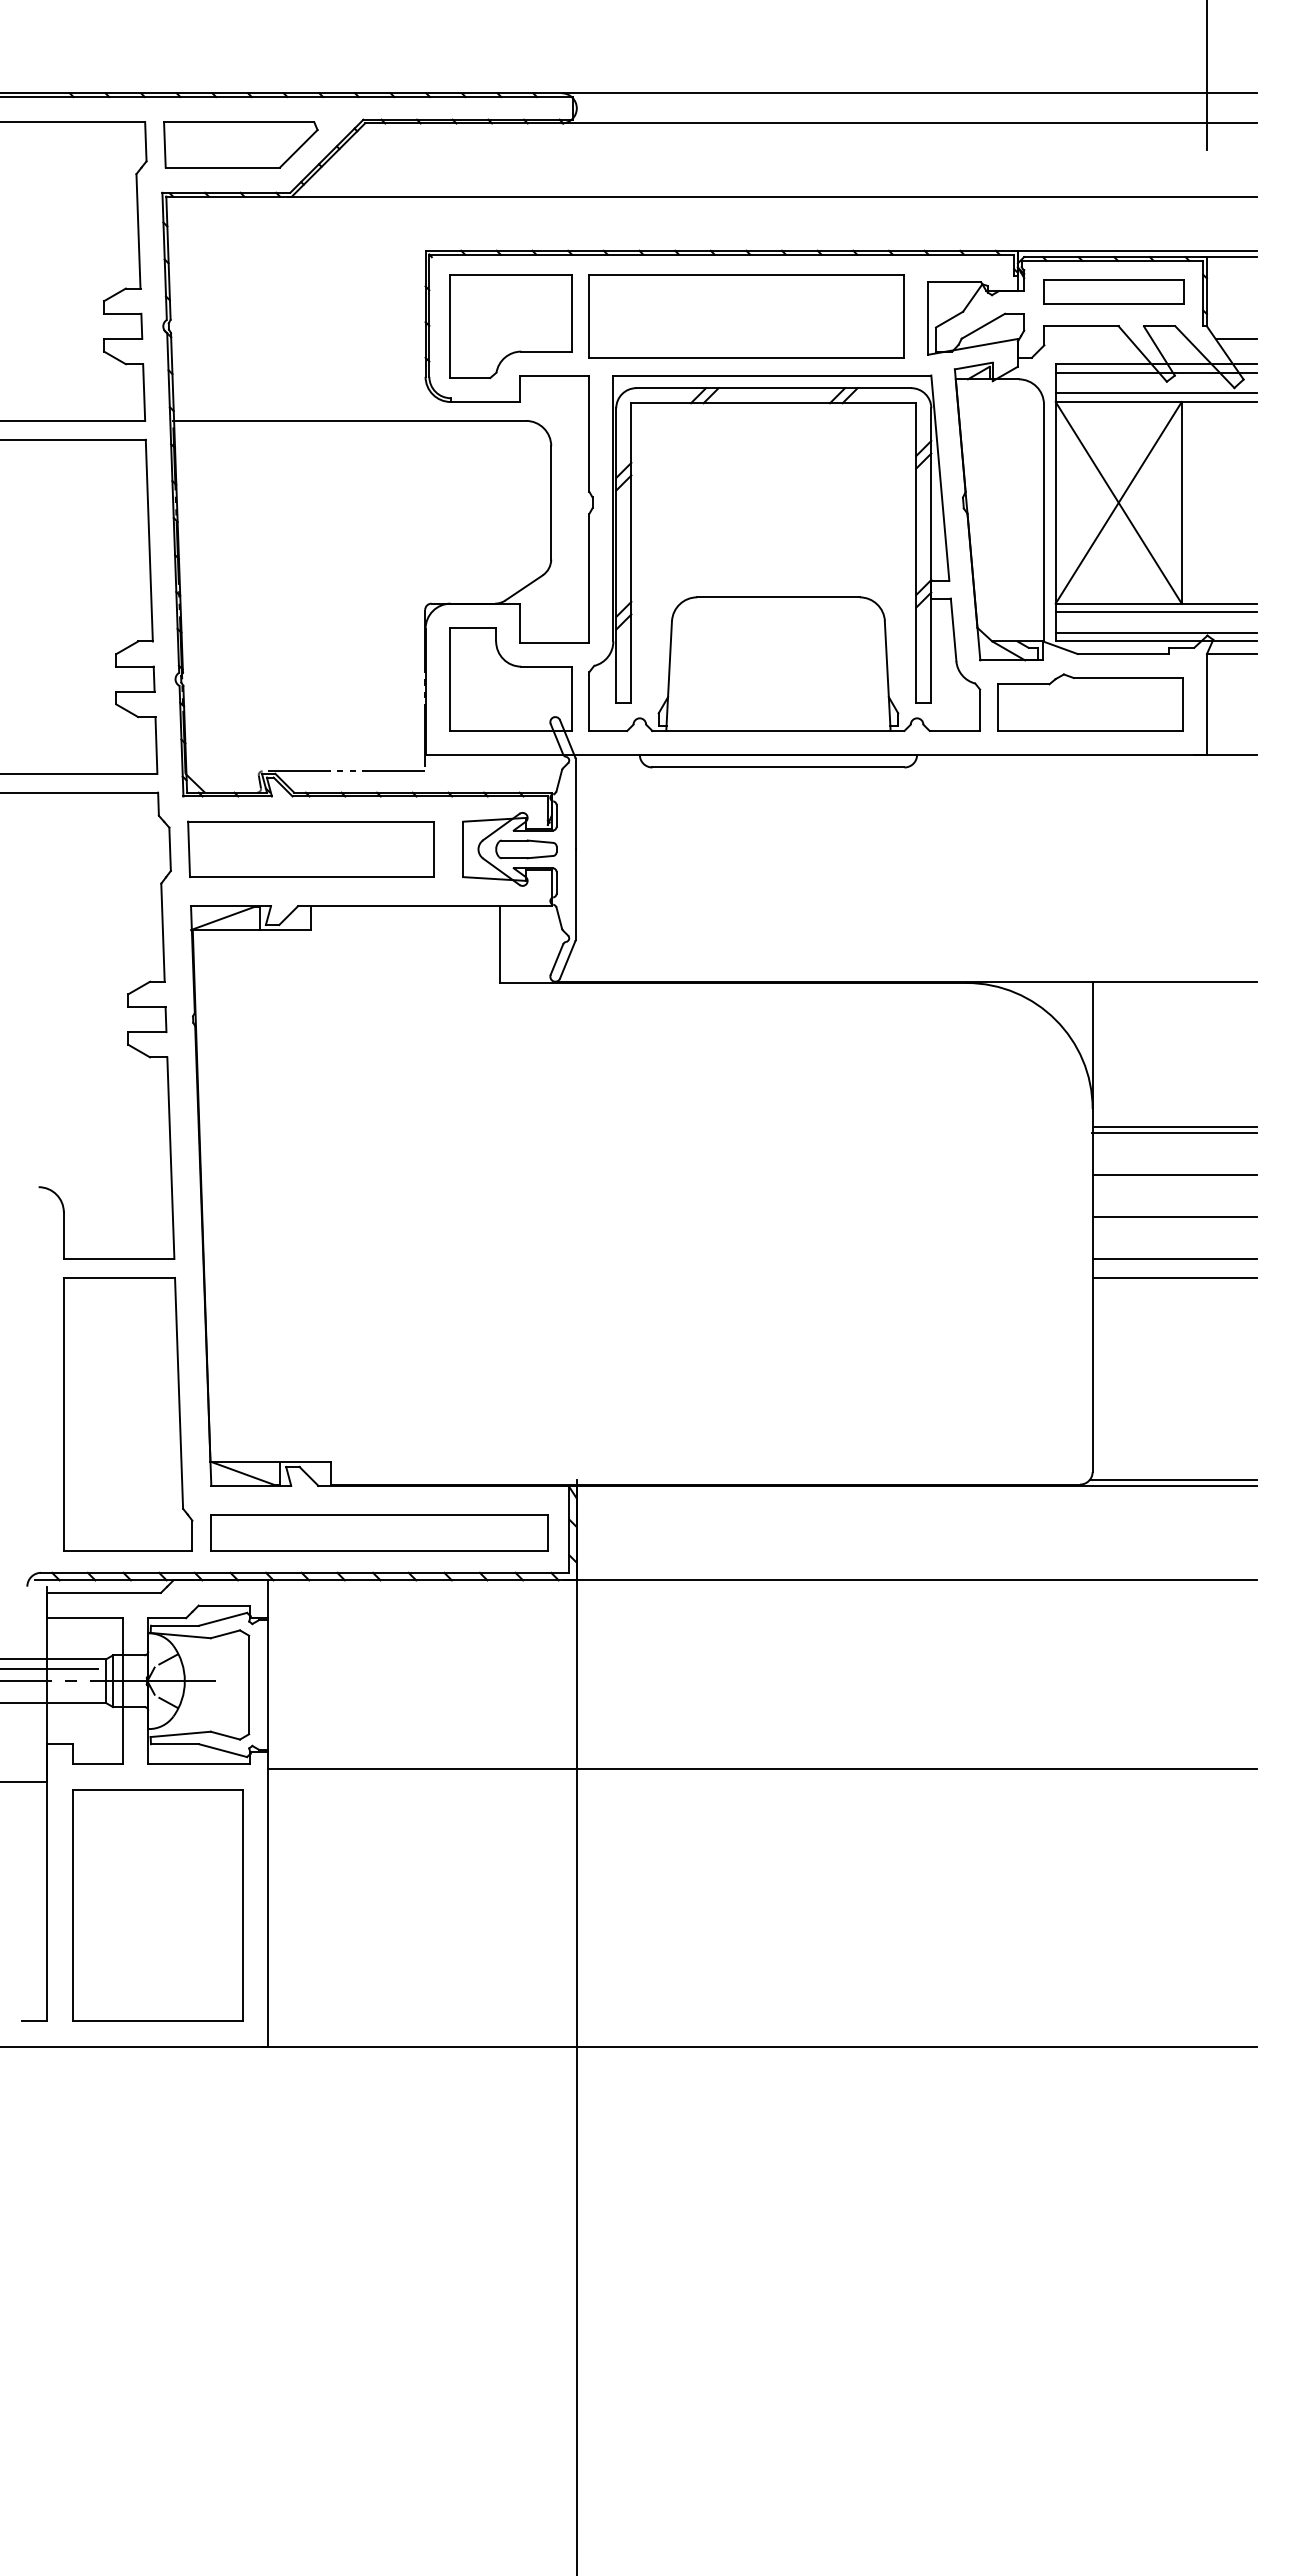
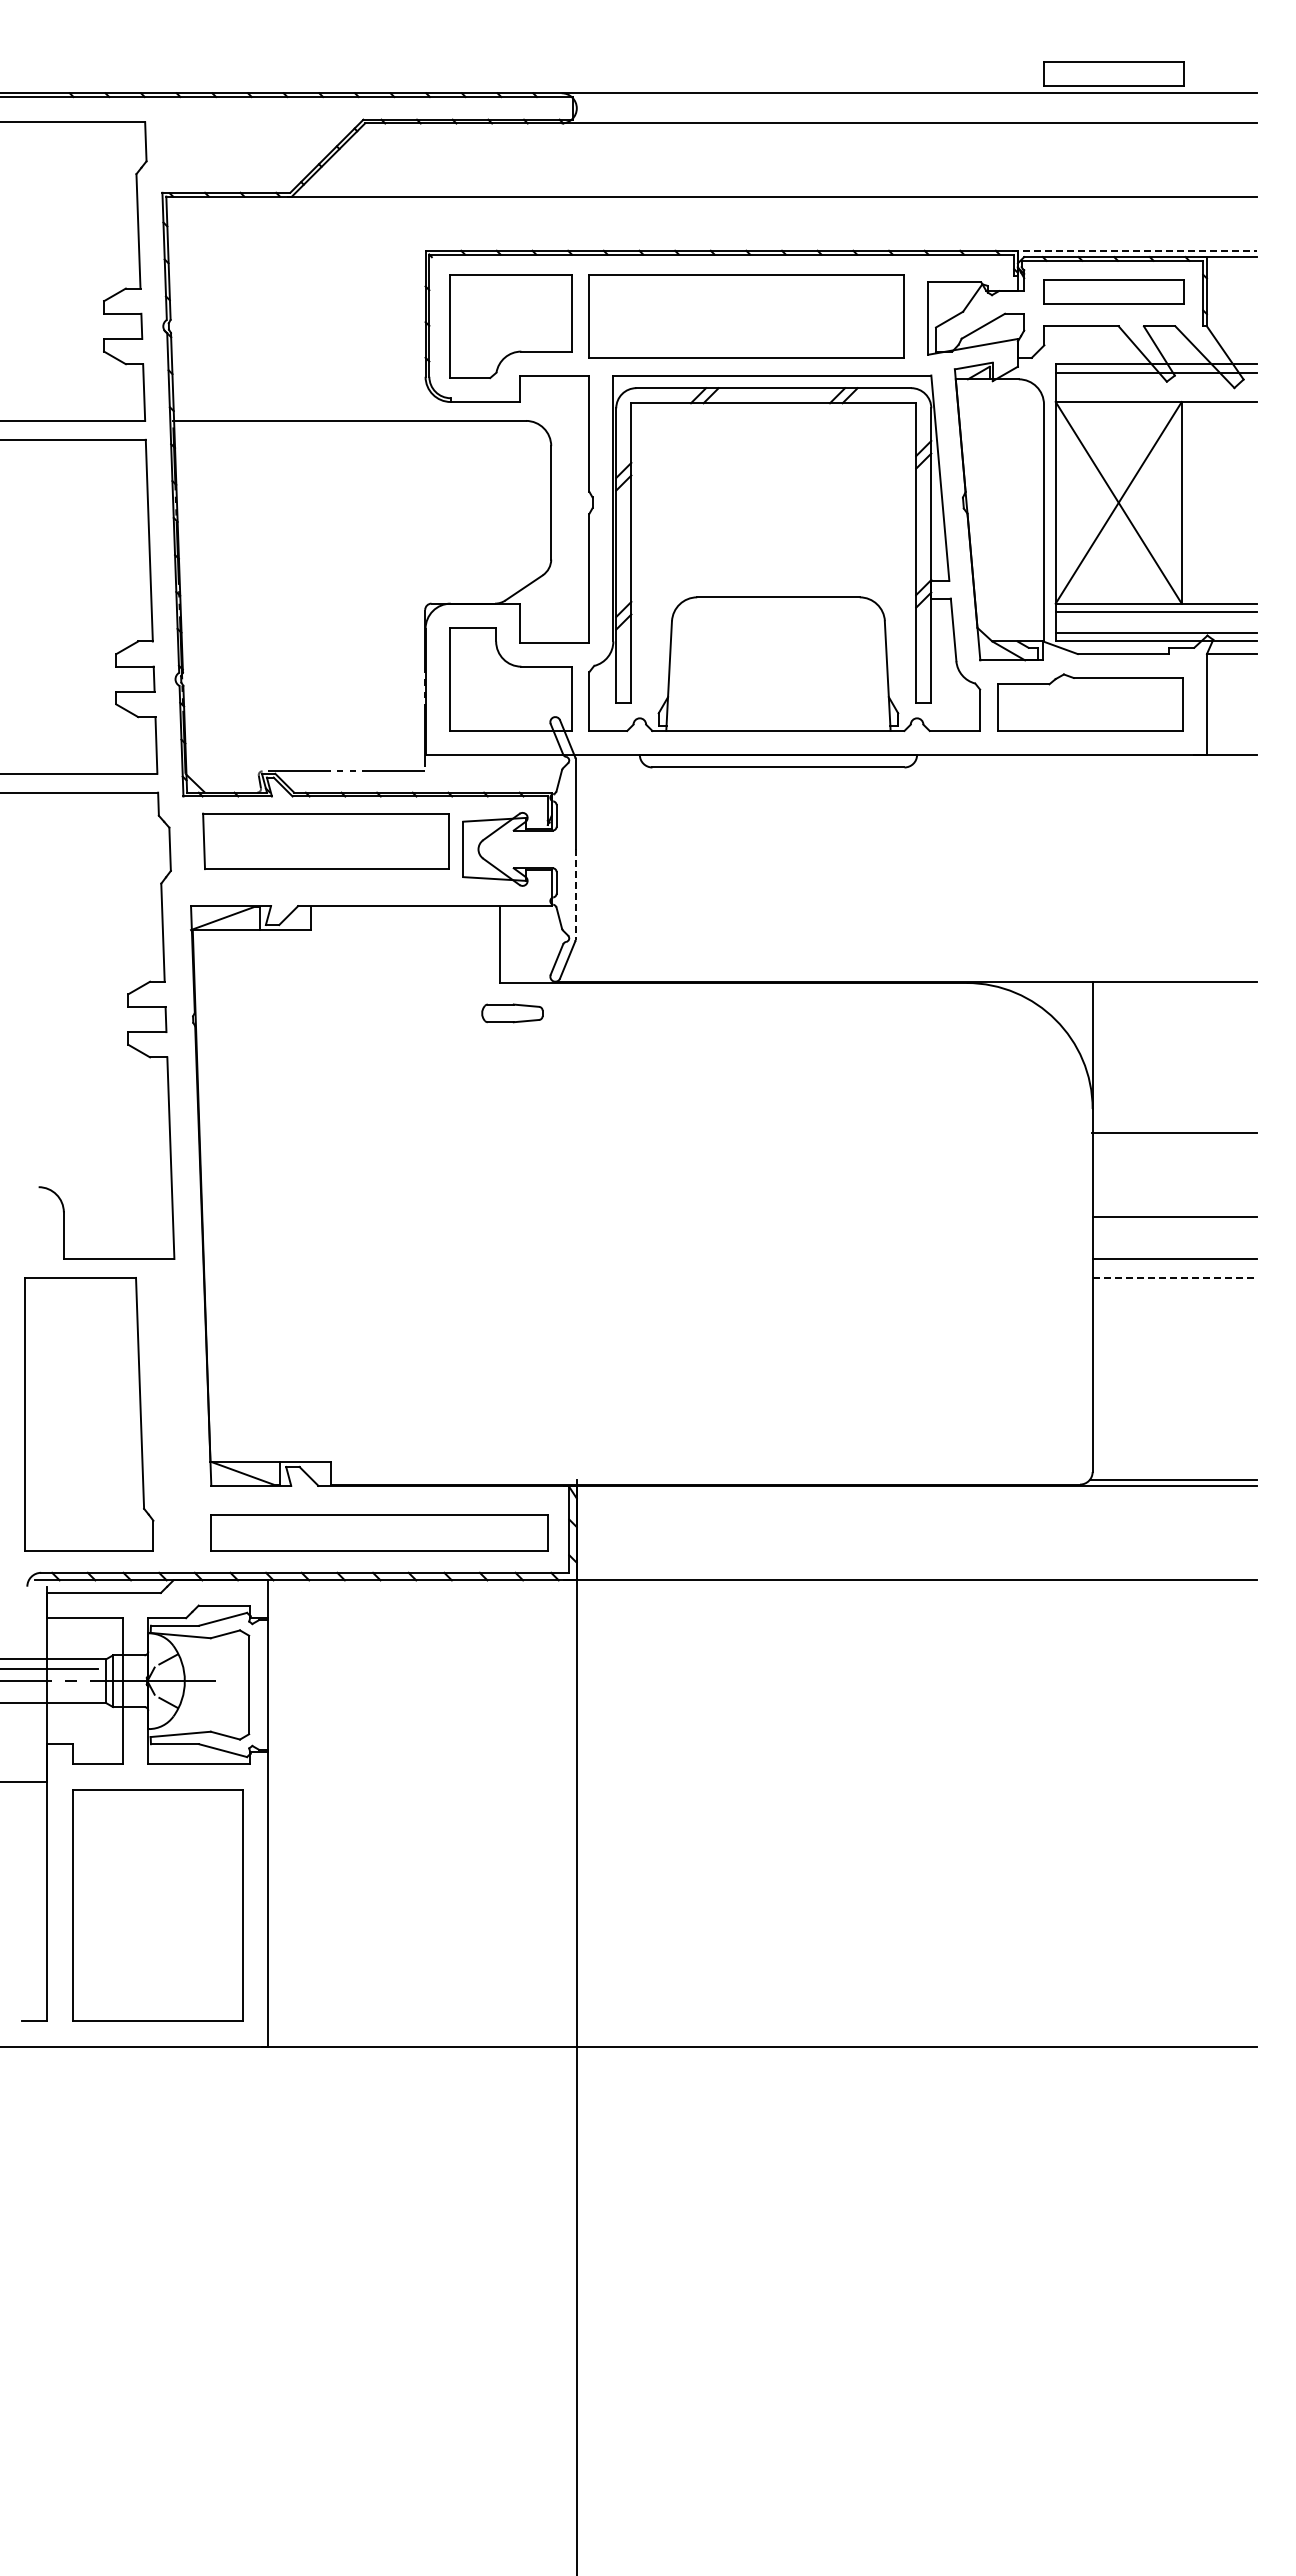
part at (1113, 73): none -> present
line at (1206, 75): present -> none
part at (240, 144): present -> none
line at (1134, 250): solid -> dashed
line at (1236, 339): present -> none
line at (1156, 393): present -> none
part at (310, 848) position: (310, 848) -> (325, 840)
part at (526, 849) position: (526, 849) -> (512, 1013)
line at (575, 895): solid -> dashed
line at (1174, 1126): present -> none
line at (1174, 1174): present -> none
line at (1175, 1277): solid -> dashed
part at (128, 1414) position: (128, 1414) -> (89, 1414)
line at (762, 1769): present -> none
